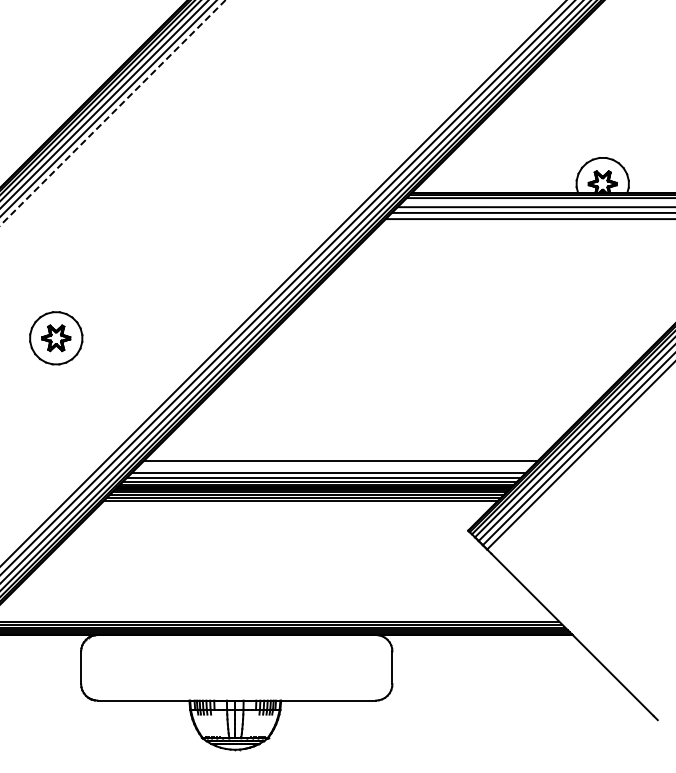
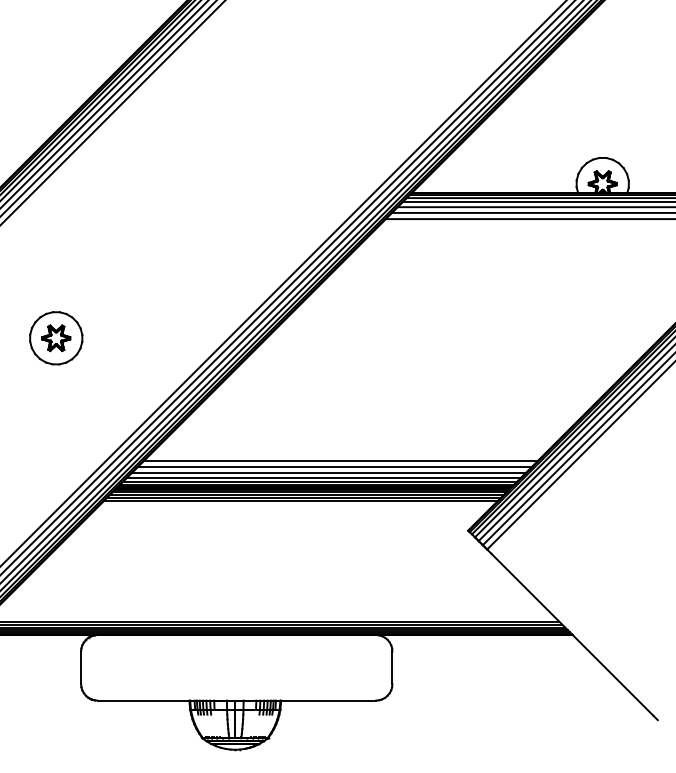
line at (113, 112): dashed -> solid
line at (537, 202): none -> present
line at (335, 466): none -> present
